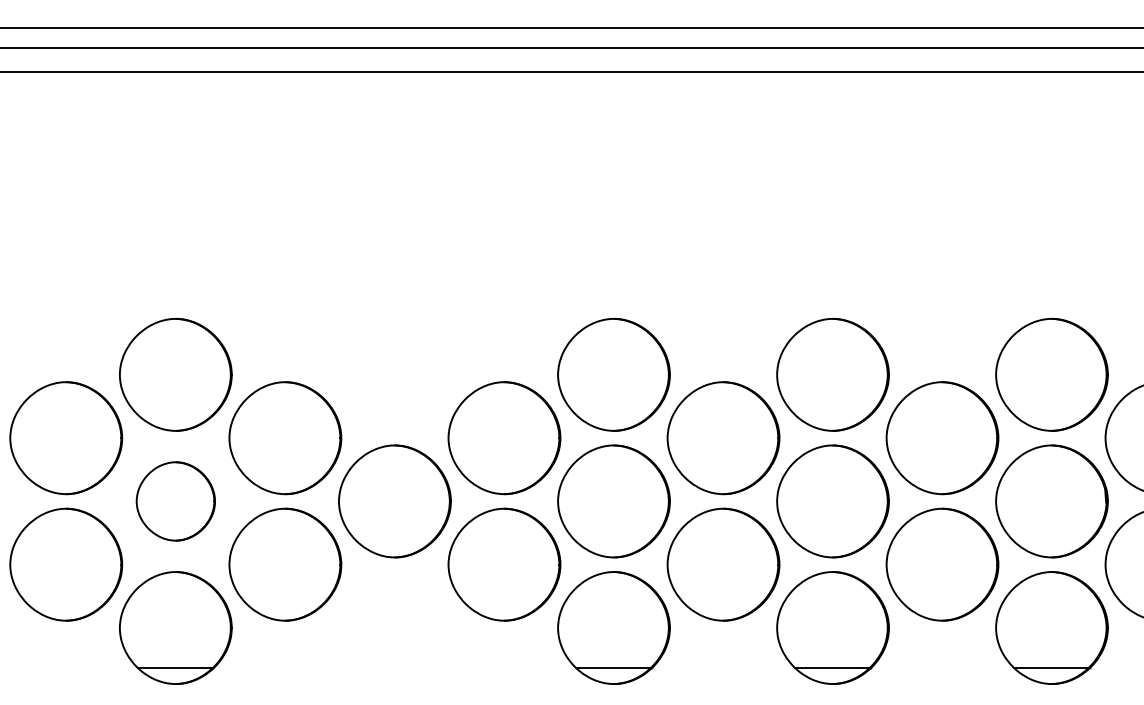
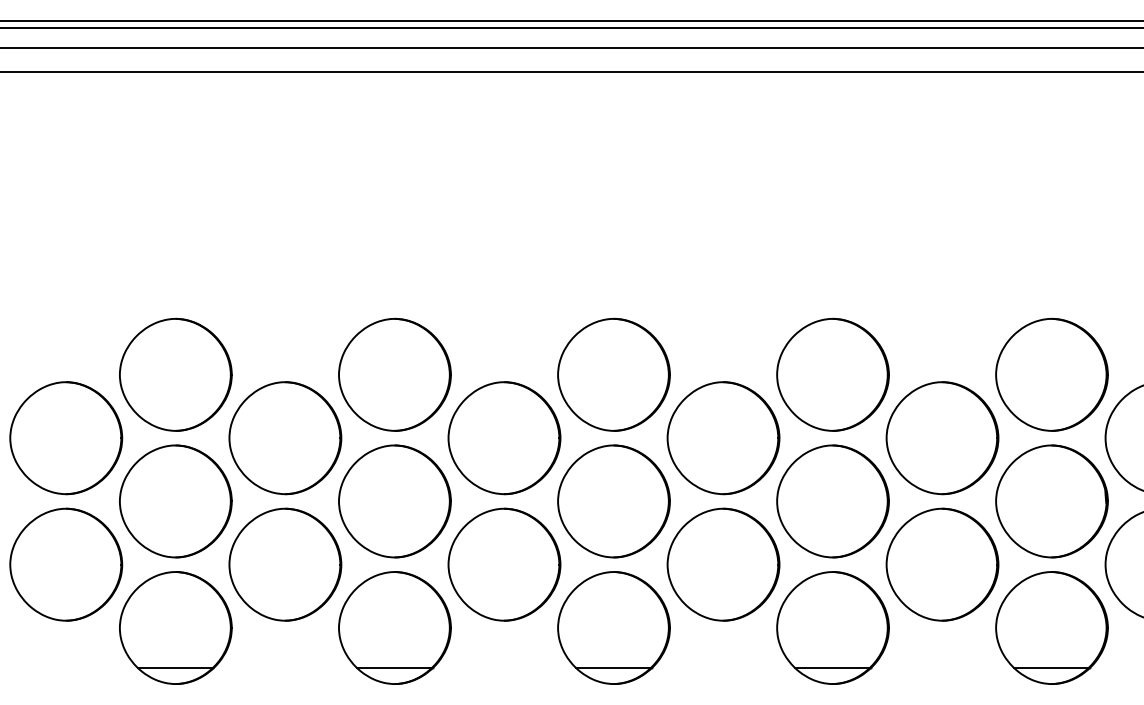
line at (571, 20): none -> present
part at (394, 374): none -> present
part at (175, 501) size: 81x81 px -> 114x115 px
part at (394, 627): none -> present
